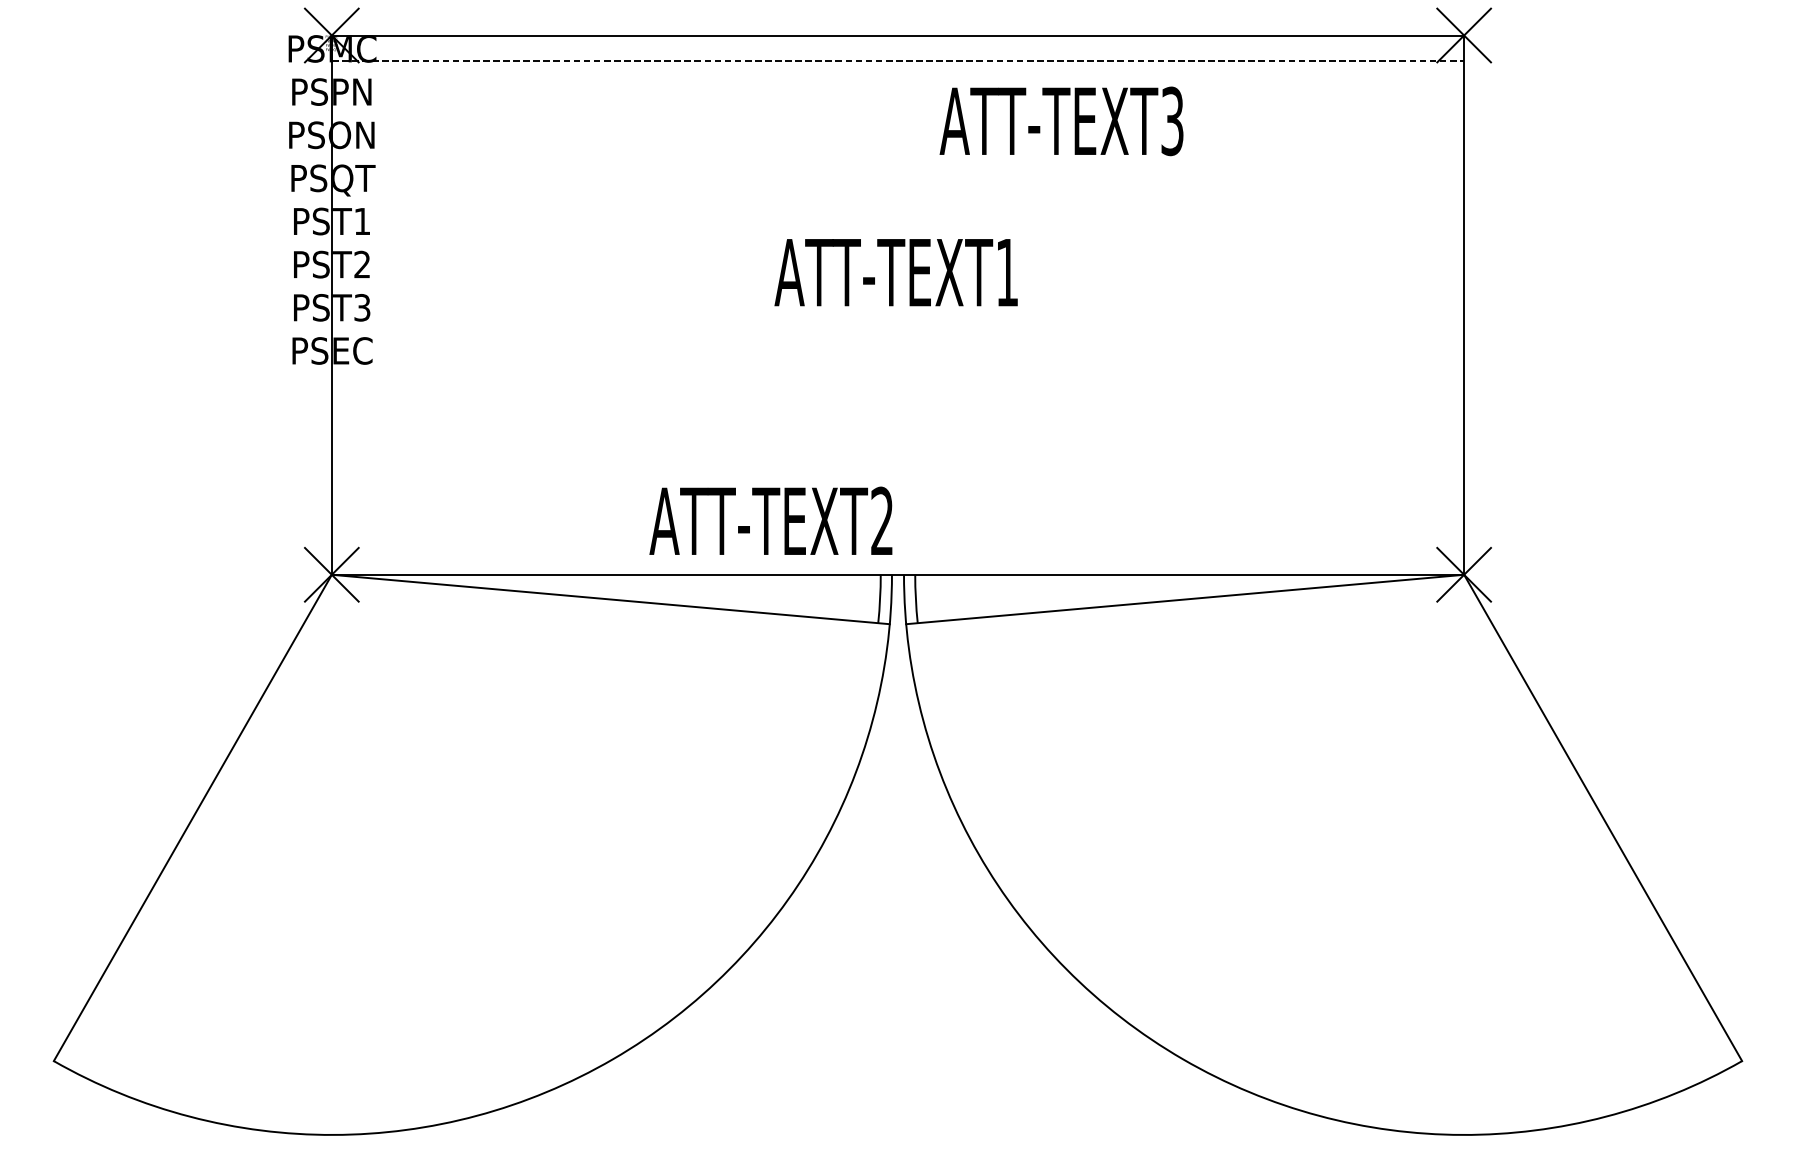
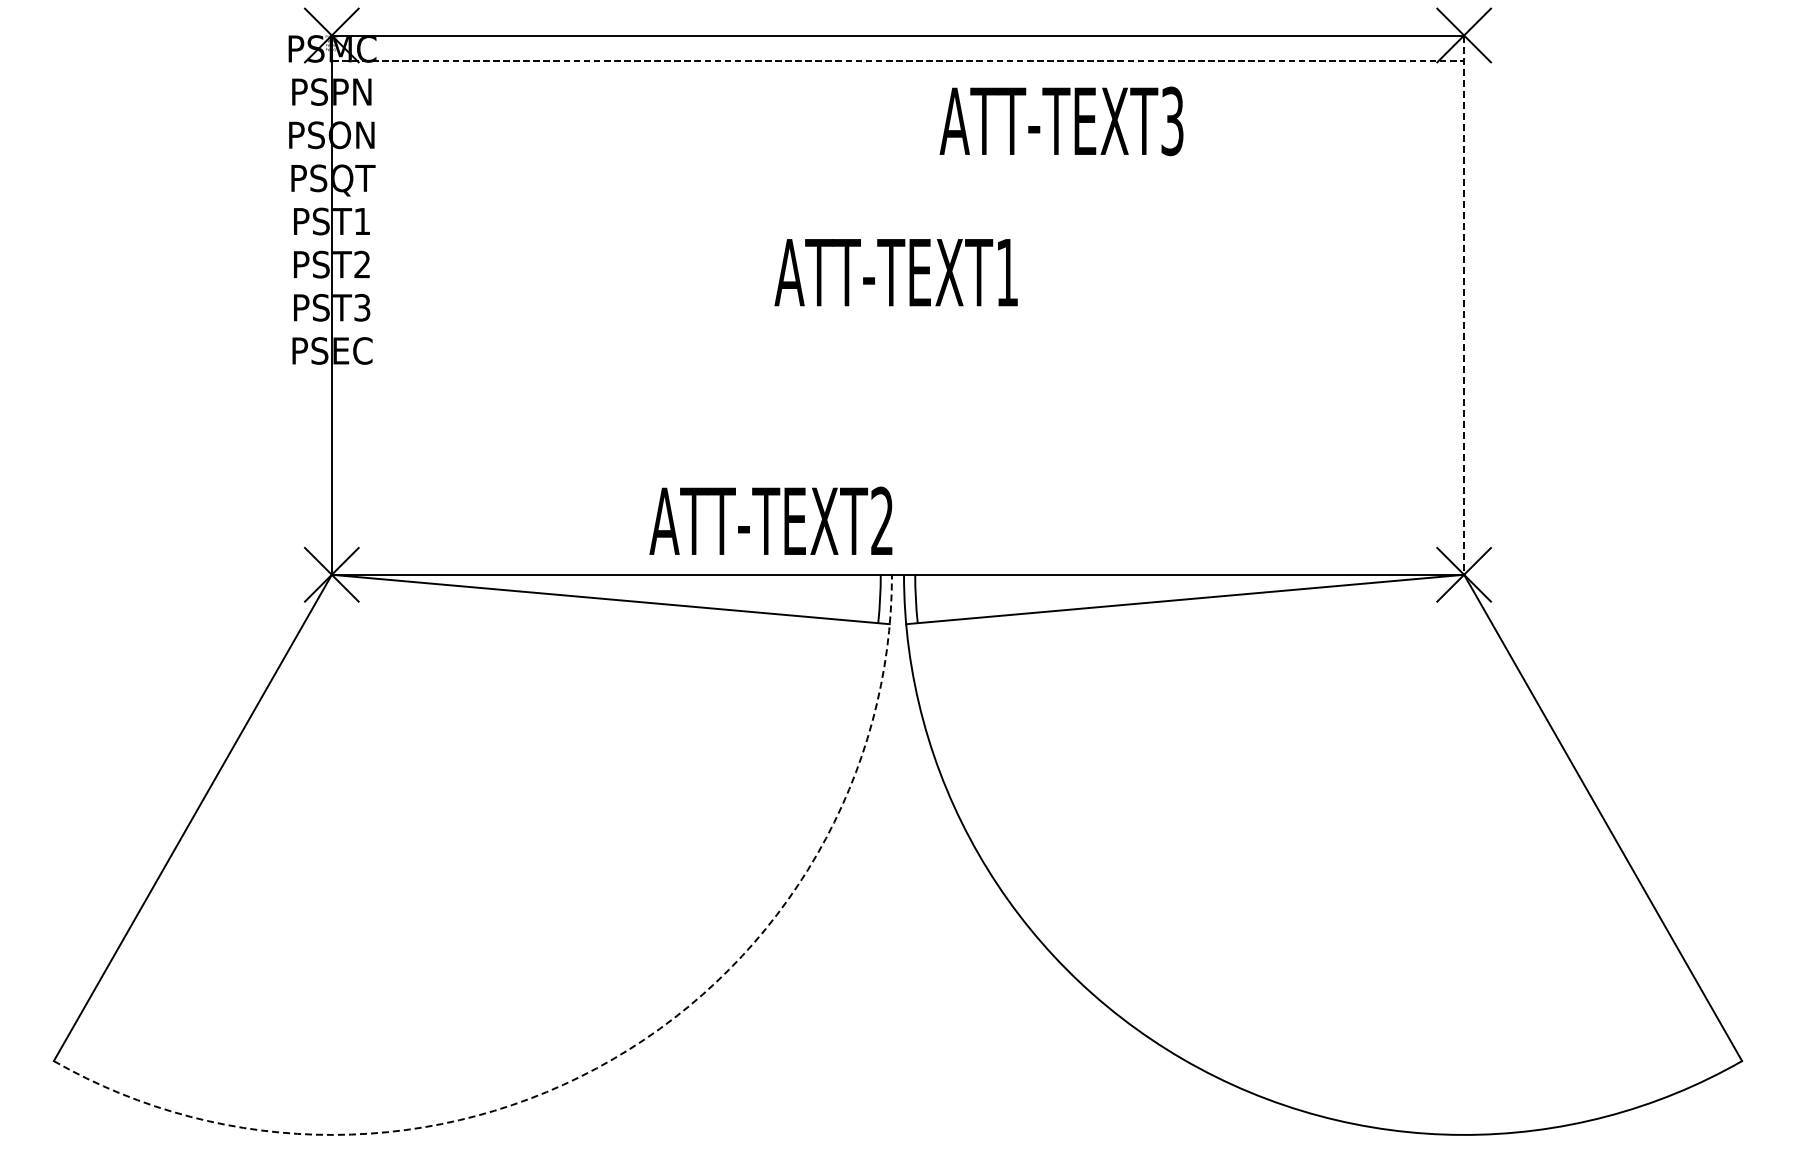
line at (1464, 305): solid -> dashed
arc at (612, 1059): solid -> dashed
